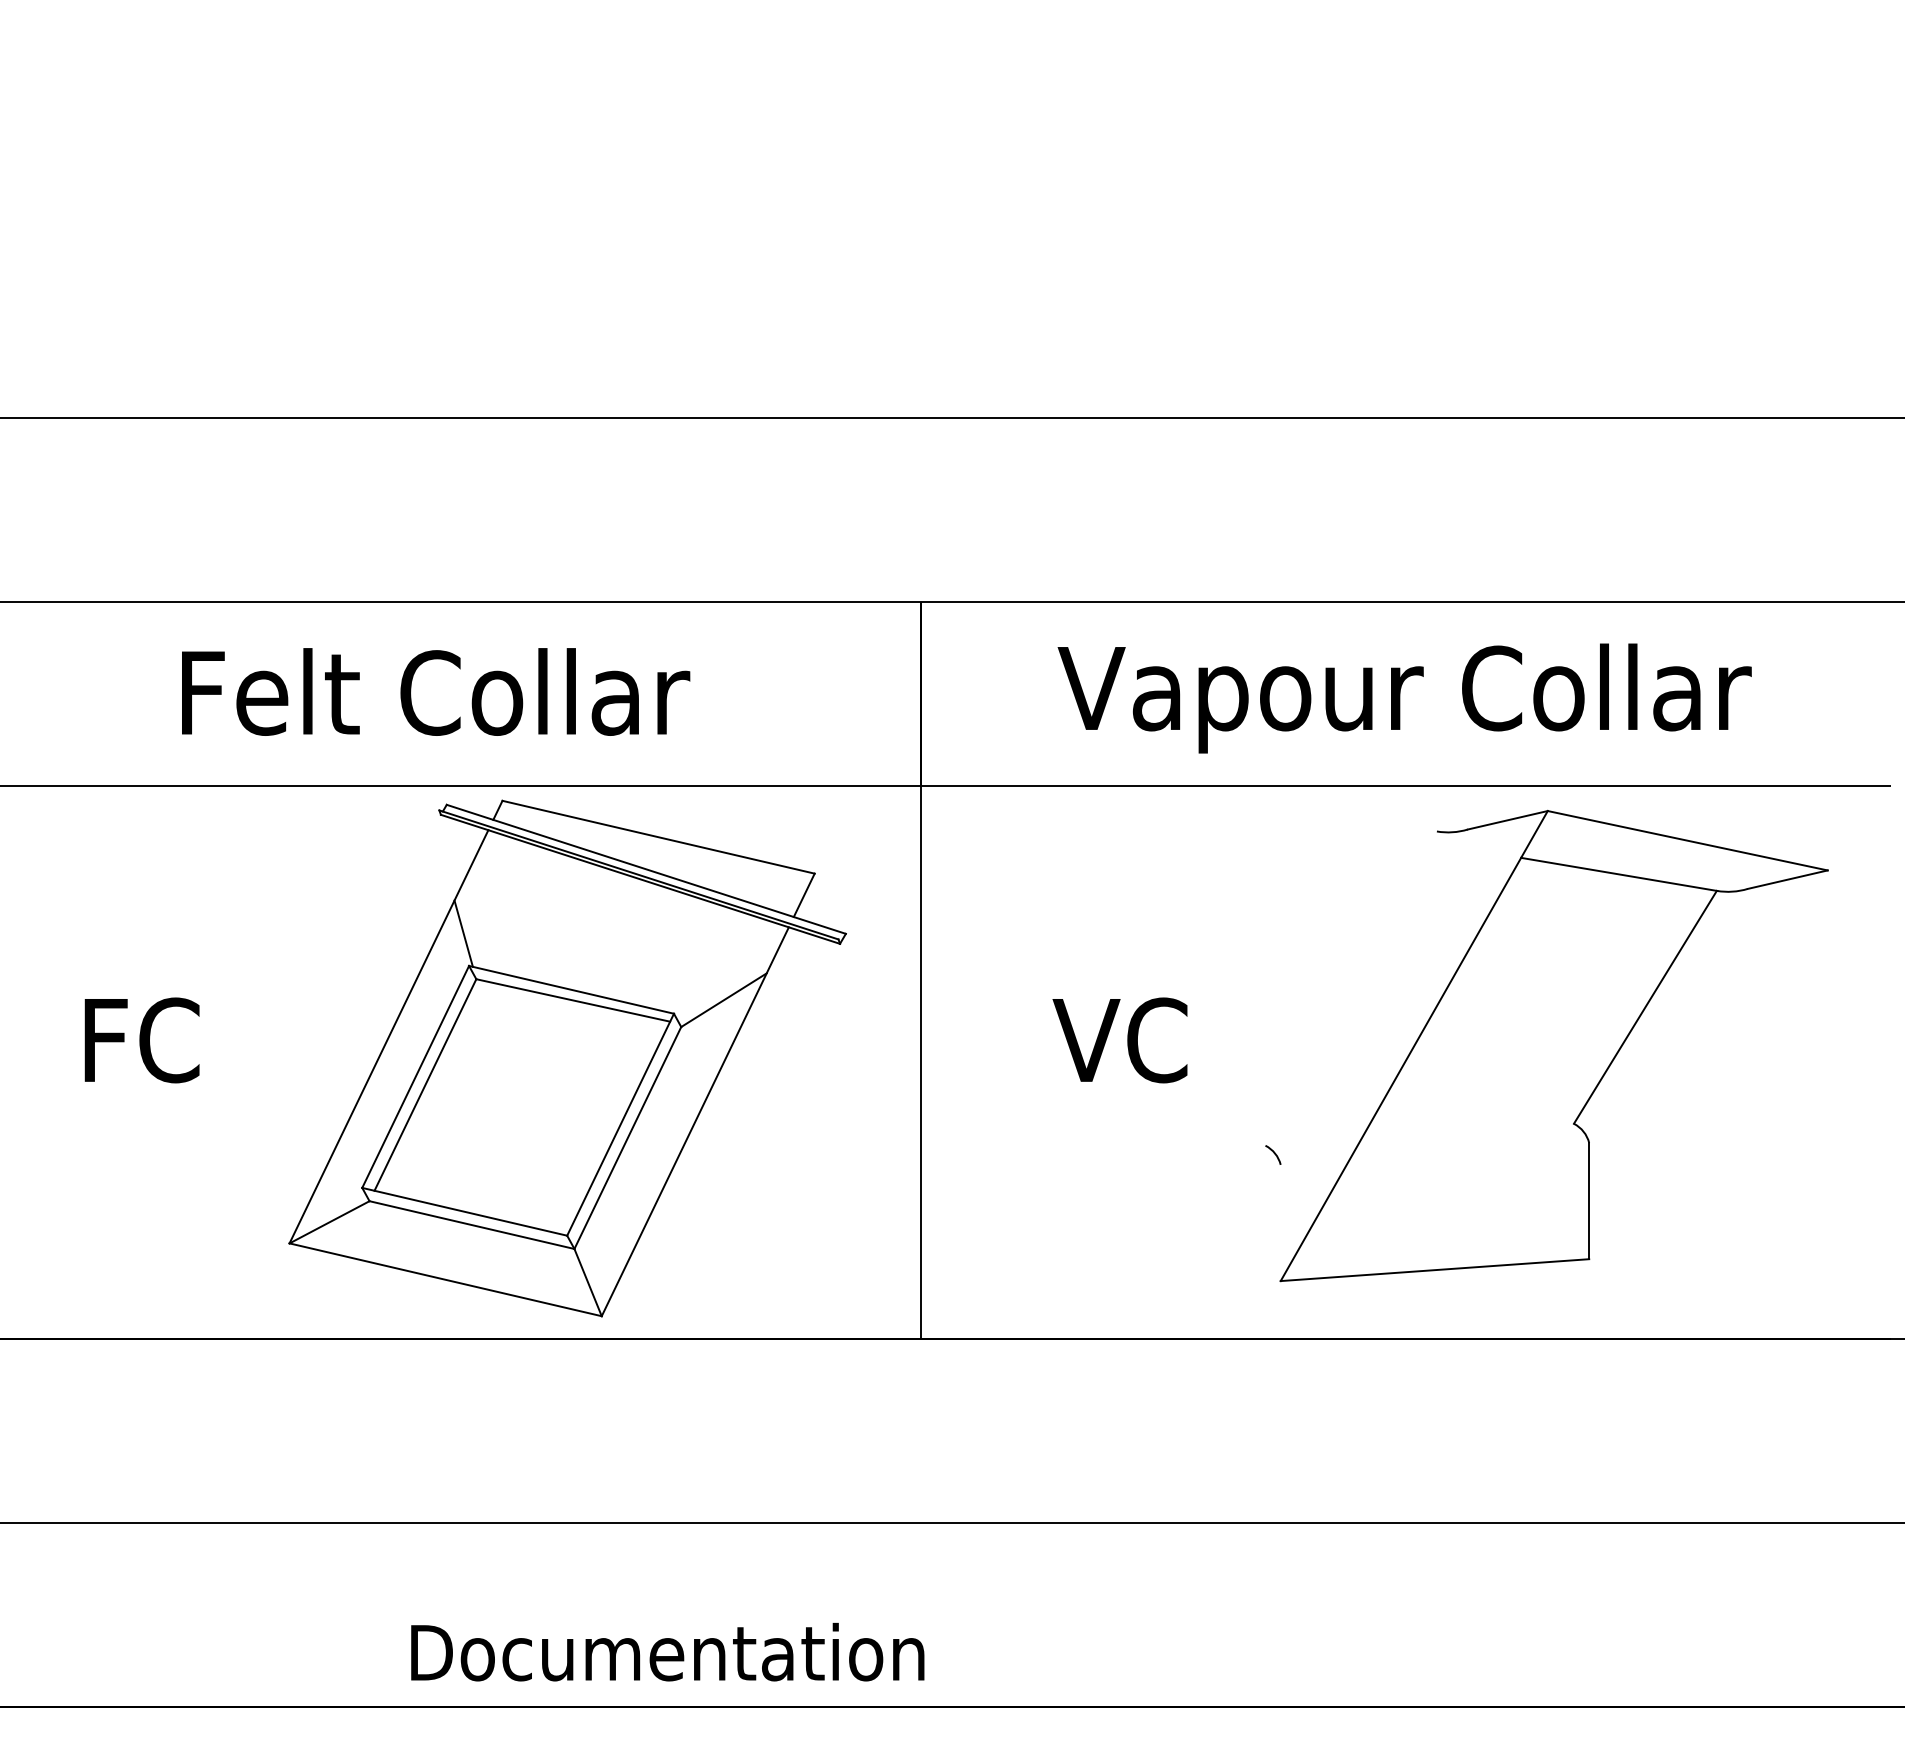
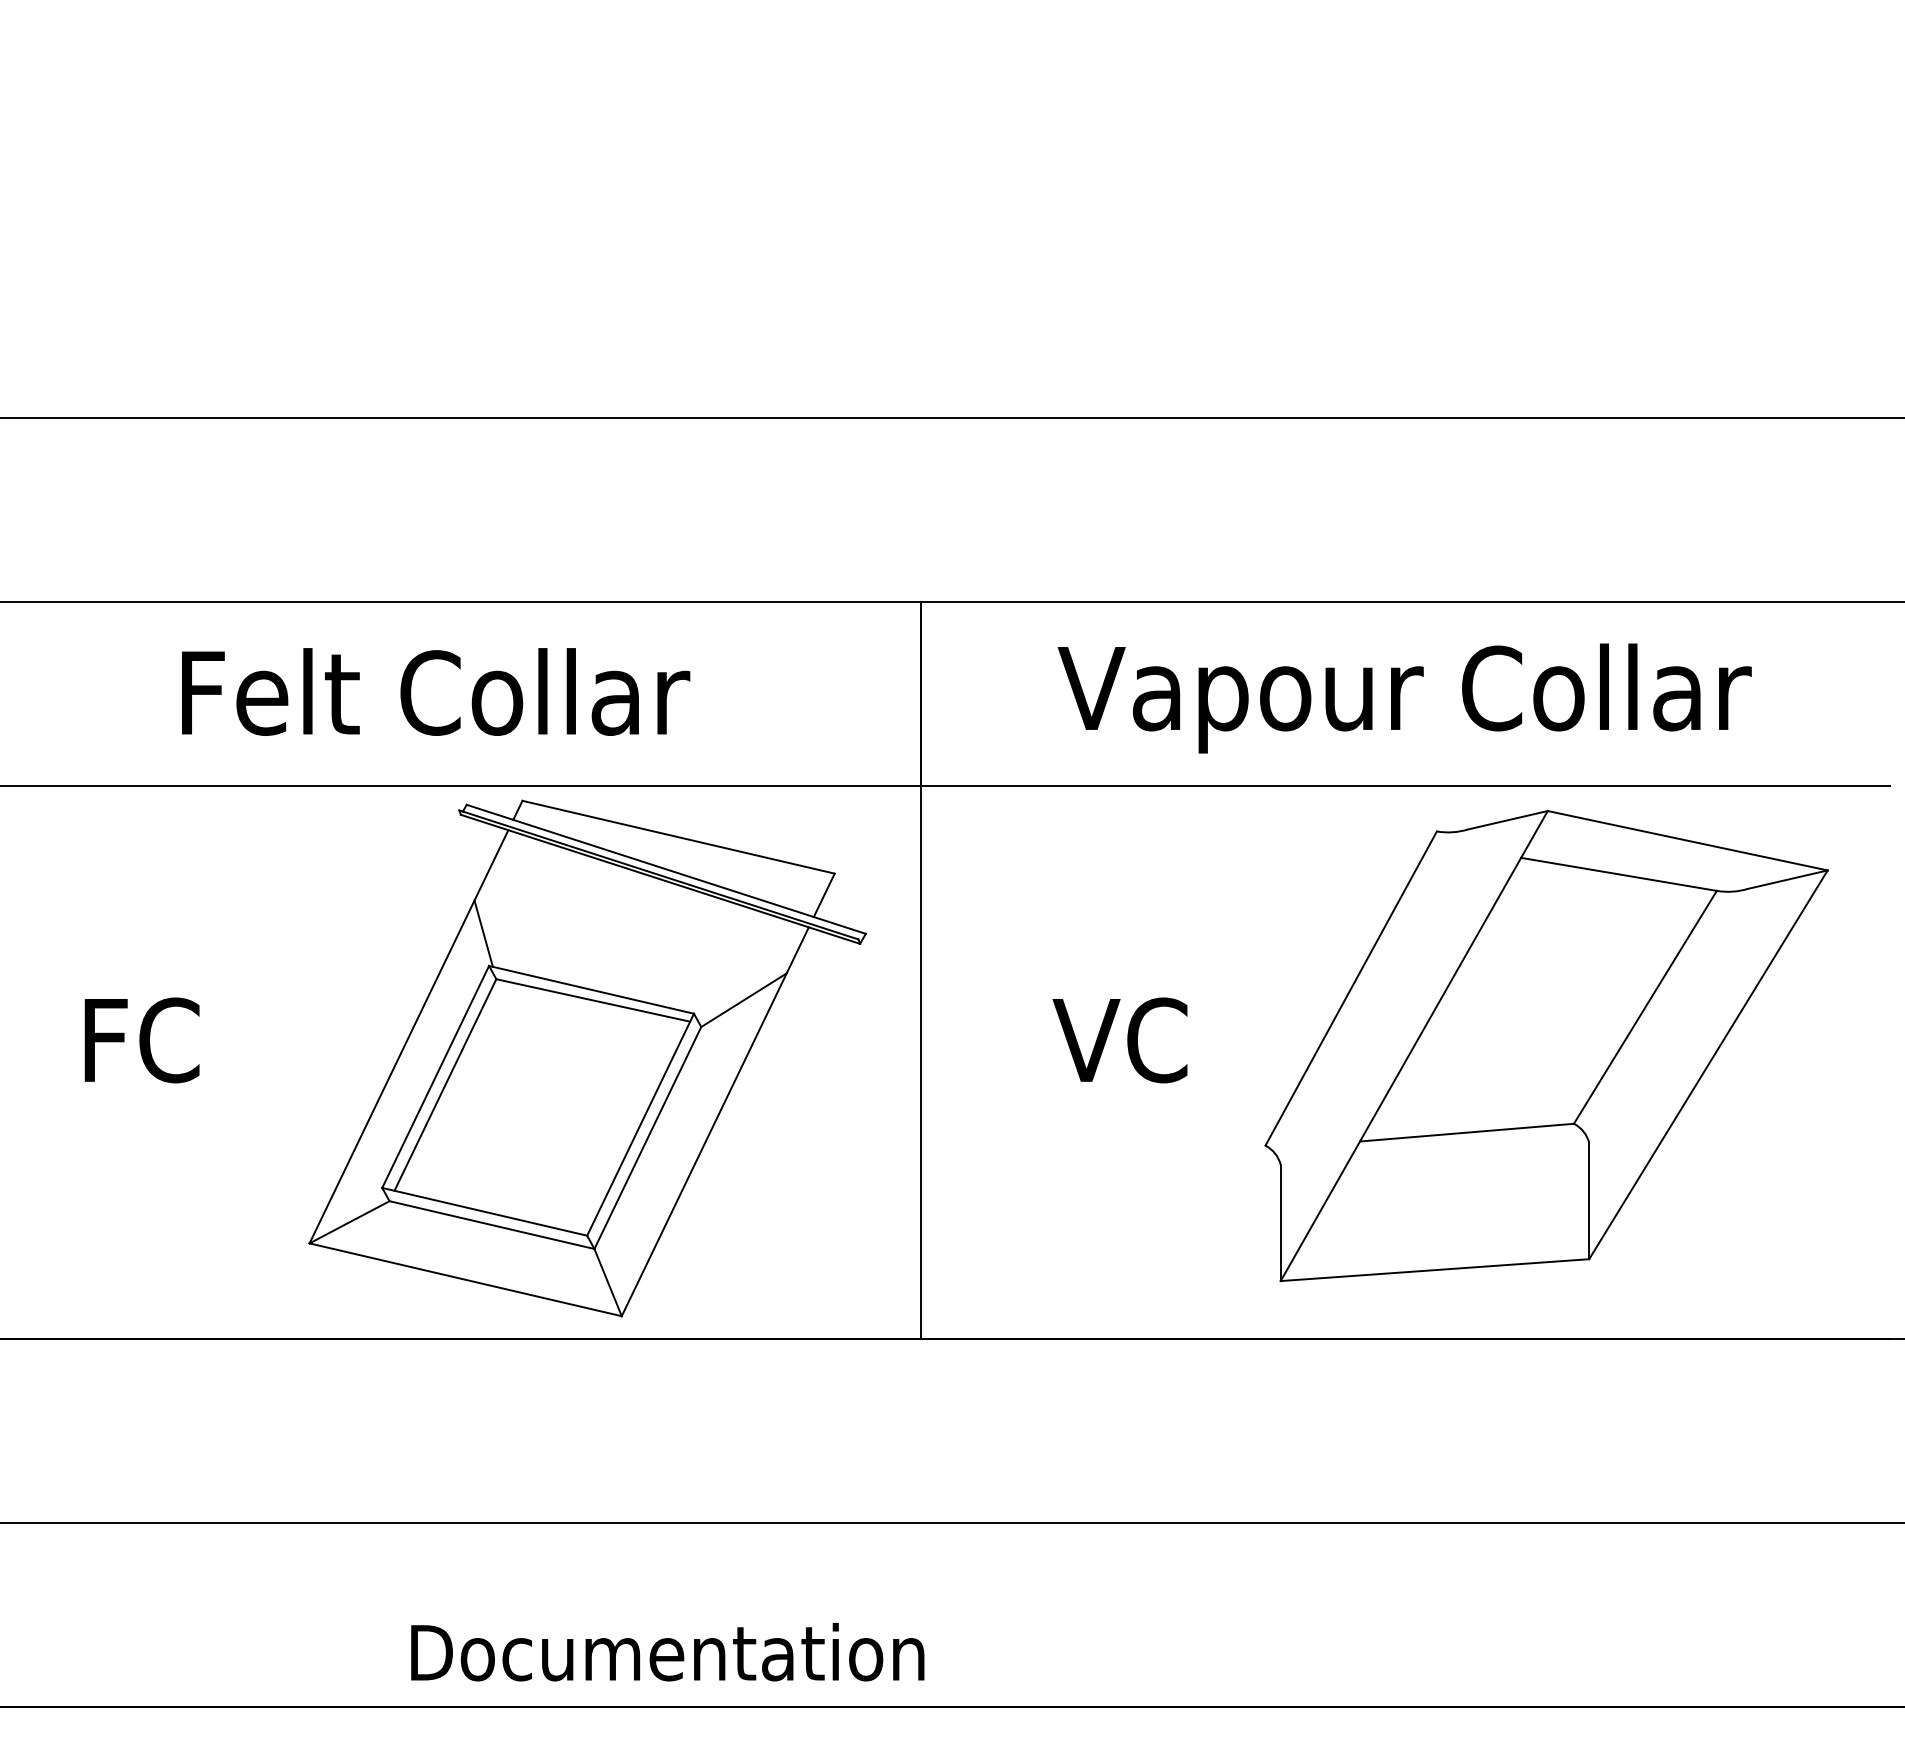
line at (1350, 988): none -> present
part at (567, 1058) position: (567, 1058) -> (587, 1058)
line at (1708, 1064): none -> present
line at (1466, 1132): none -> present
line at (1280, 1222): none -> present
